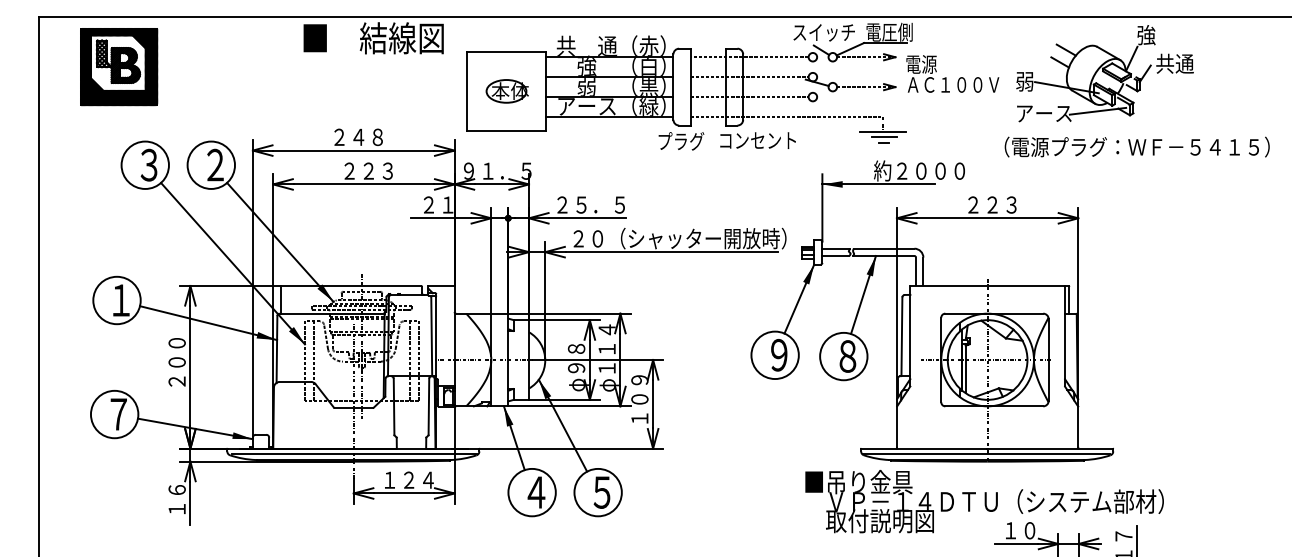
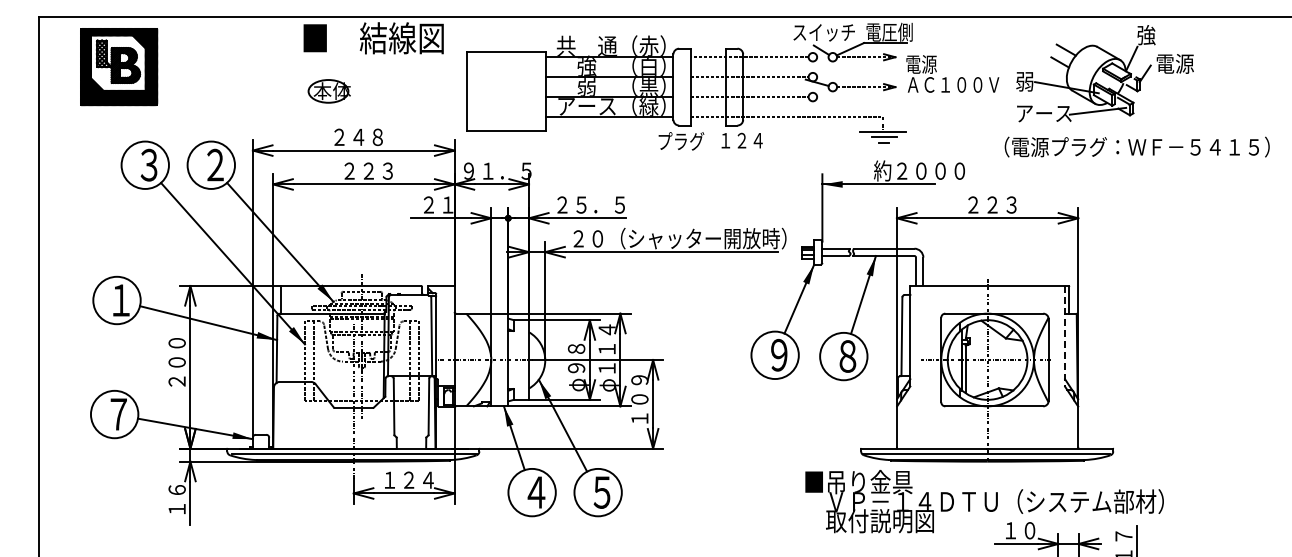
text at (1174, 63): 共通 -> 電源
part at (506, 91) position: (506, 91) -> (328, 91)
text at (757, 140): コンセント -> １２４
line at (1064, 336): solid -> dashed
